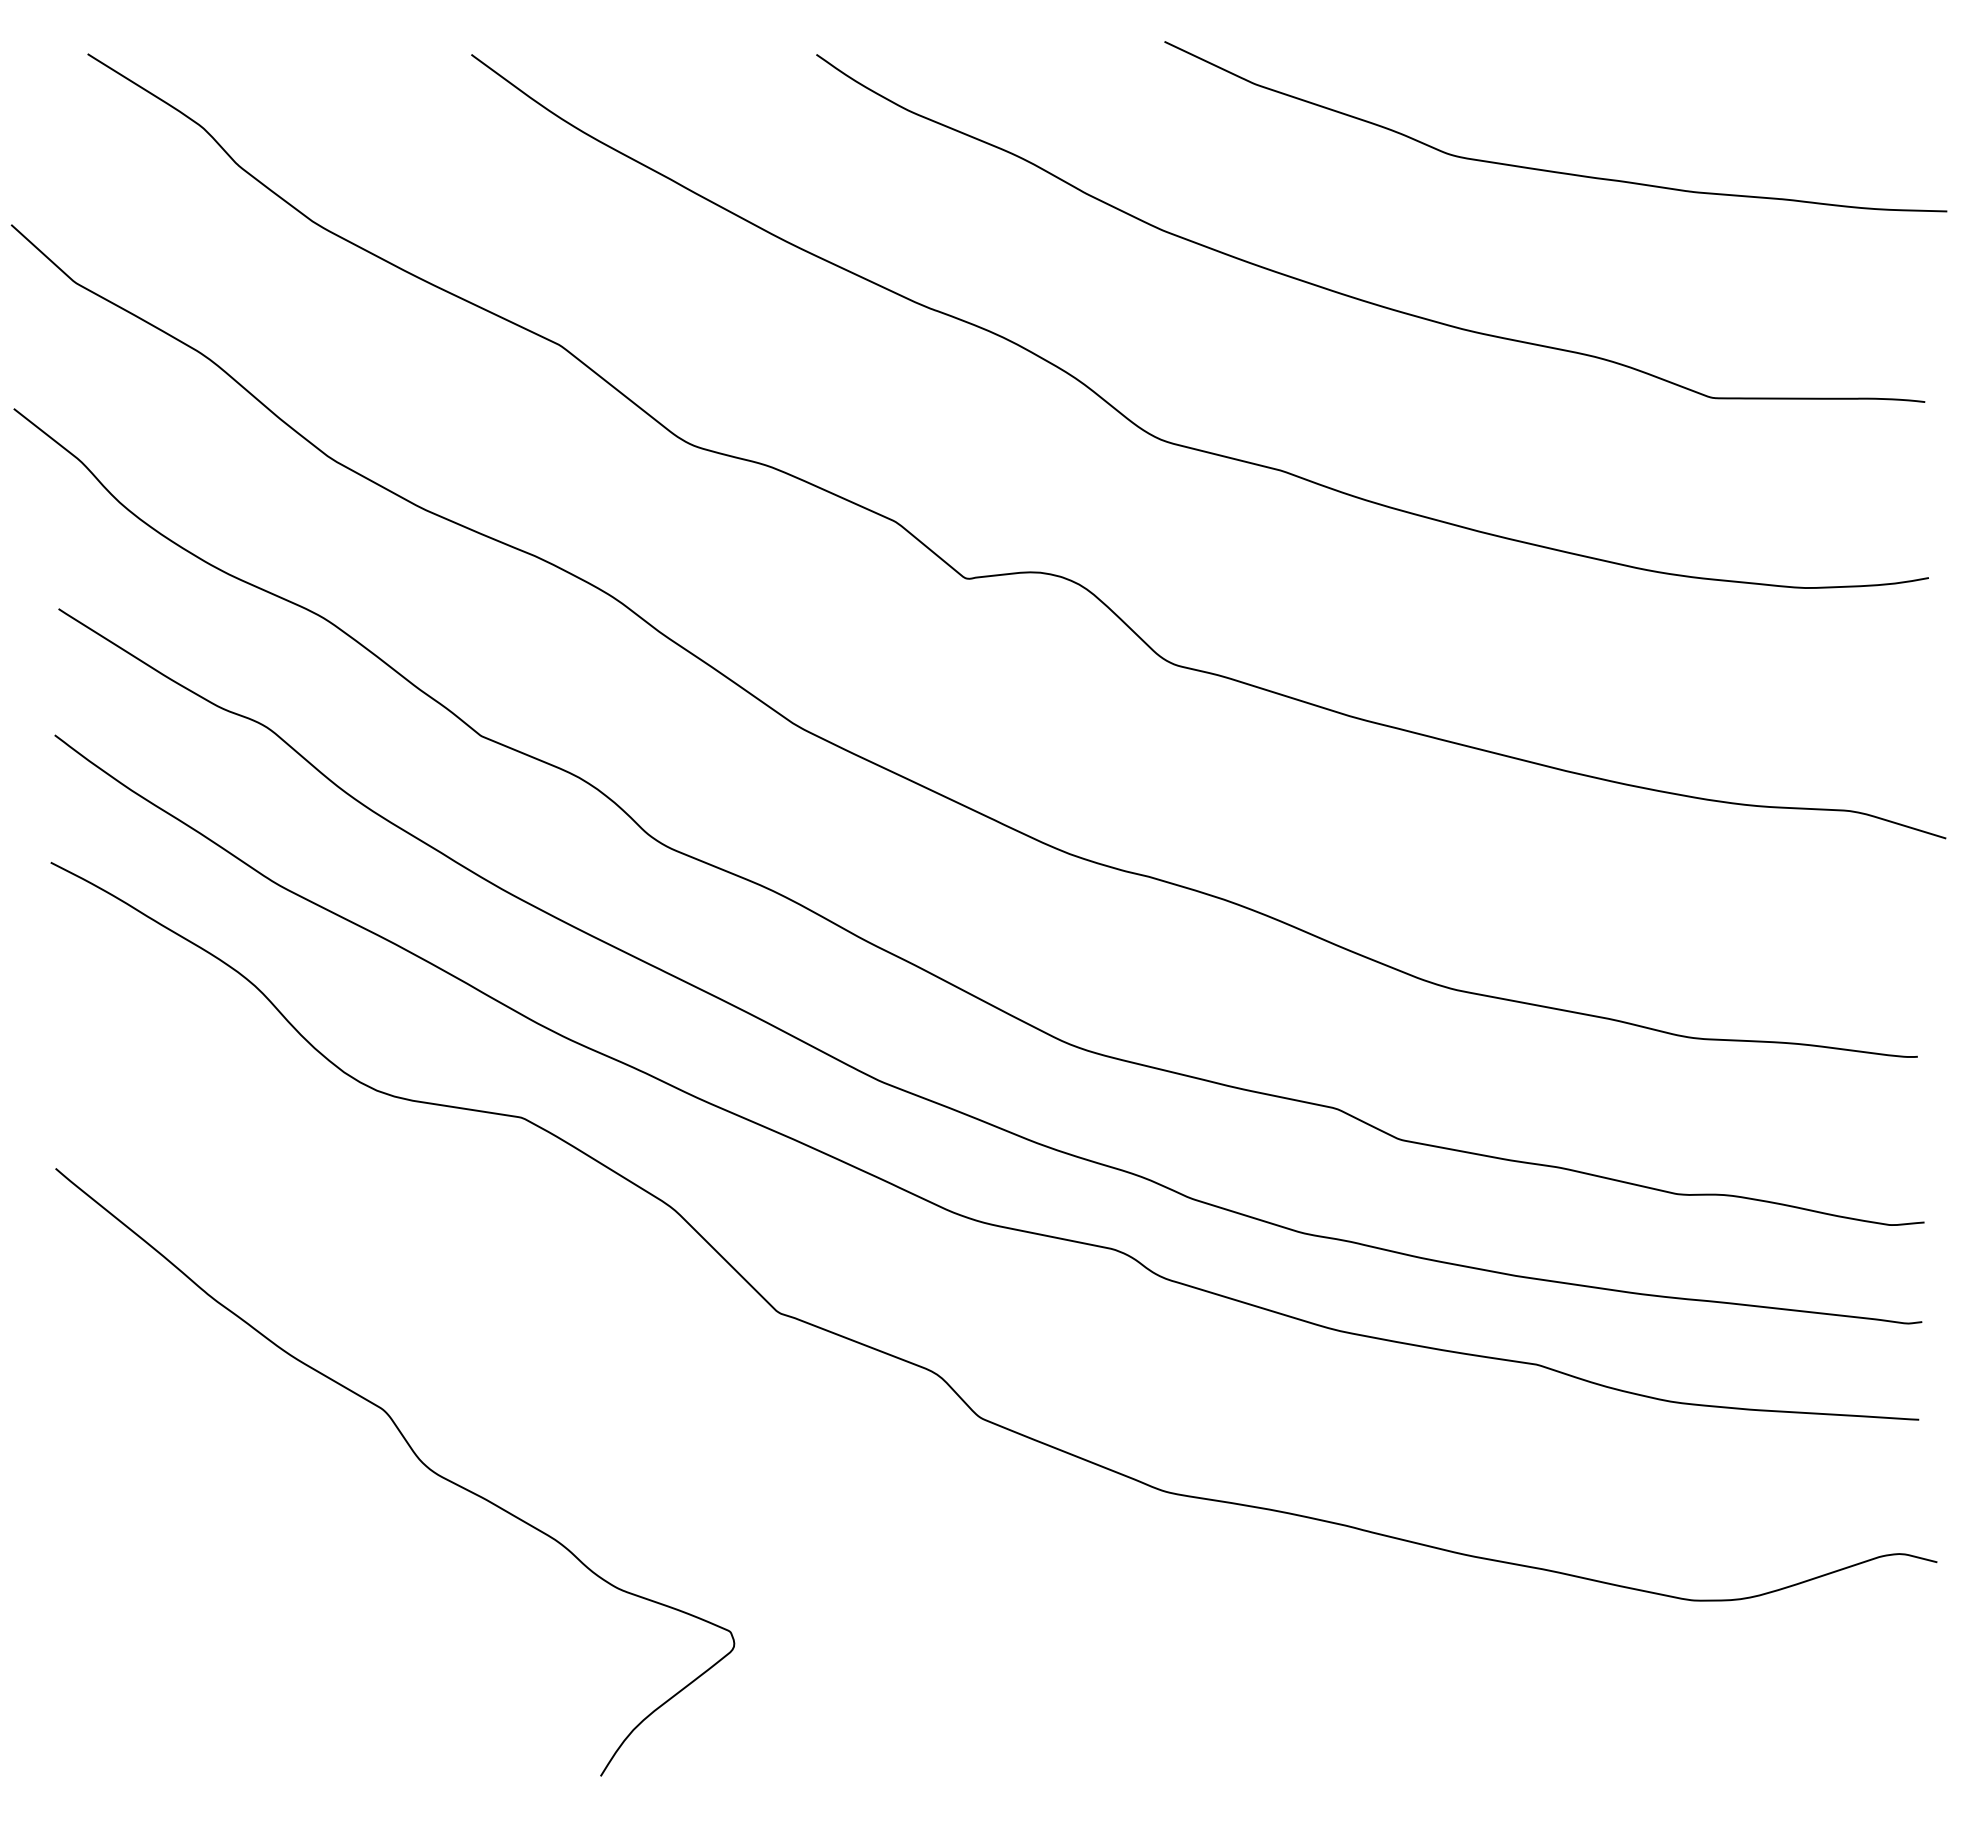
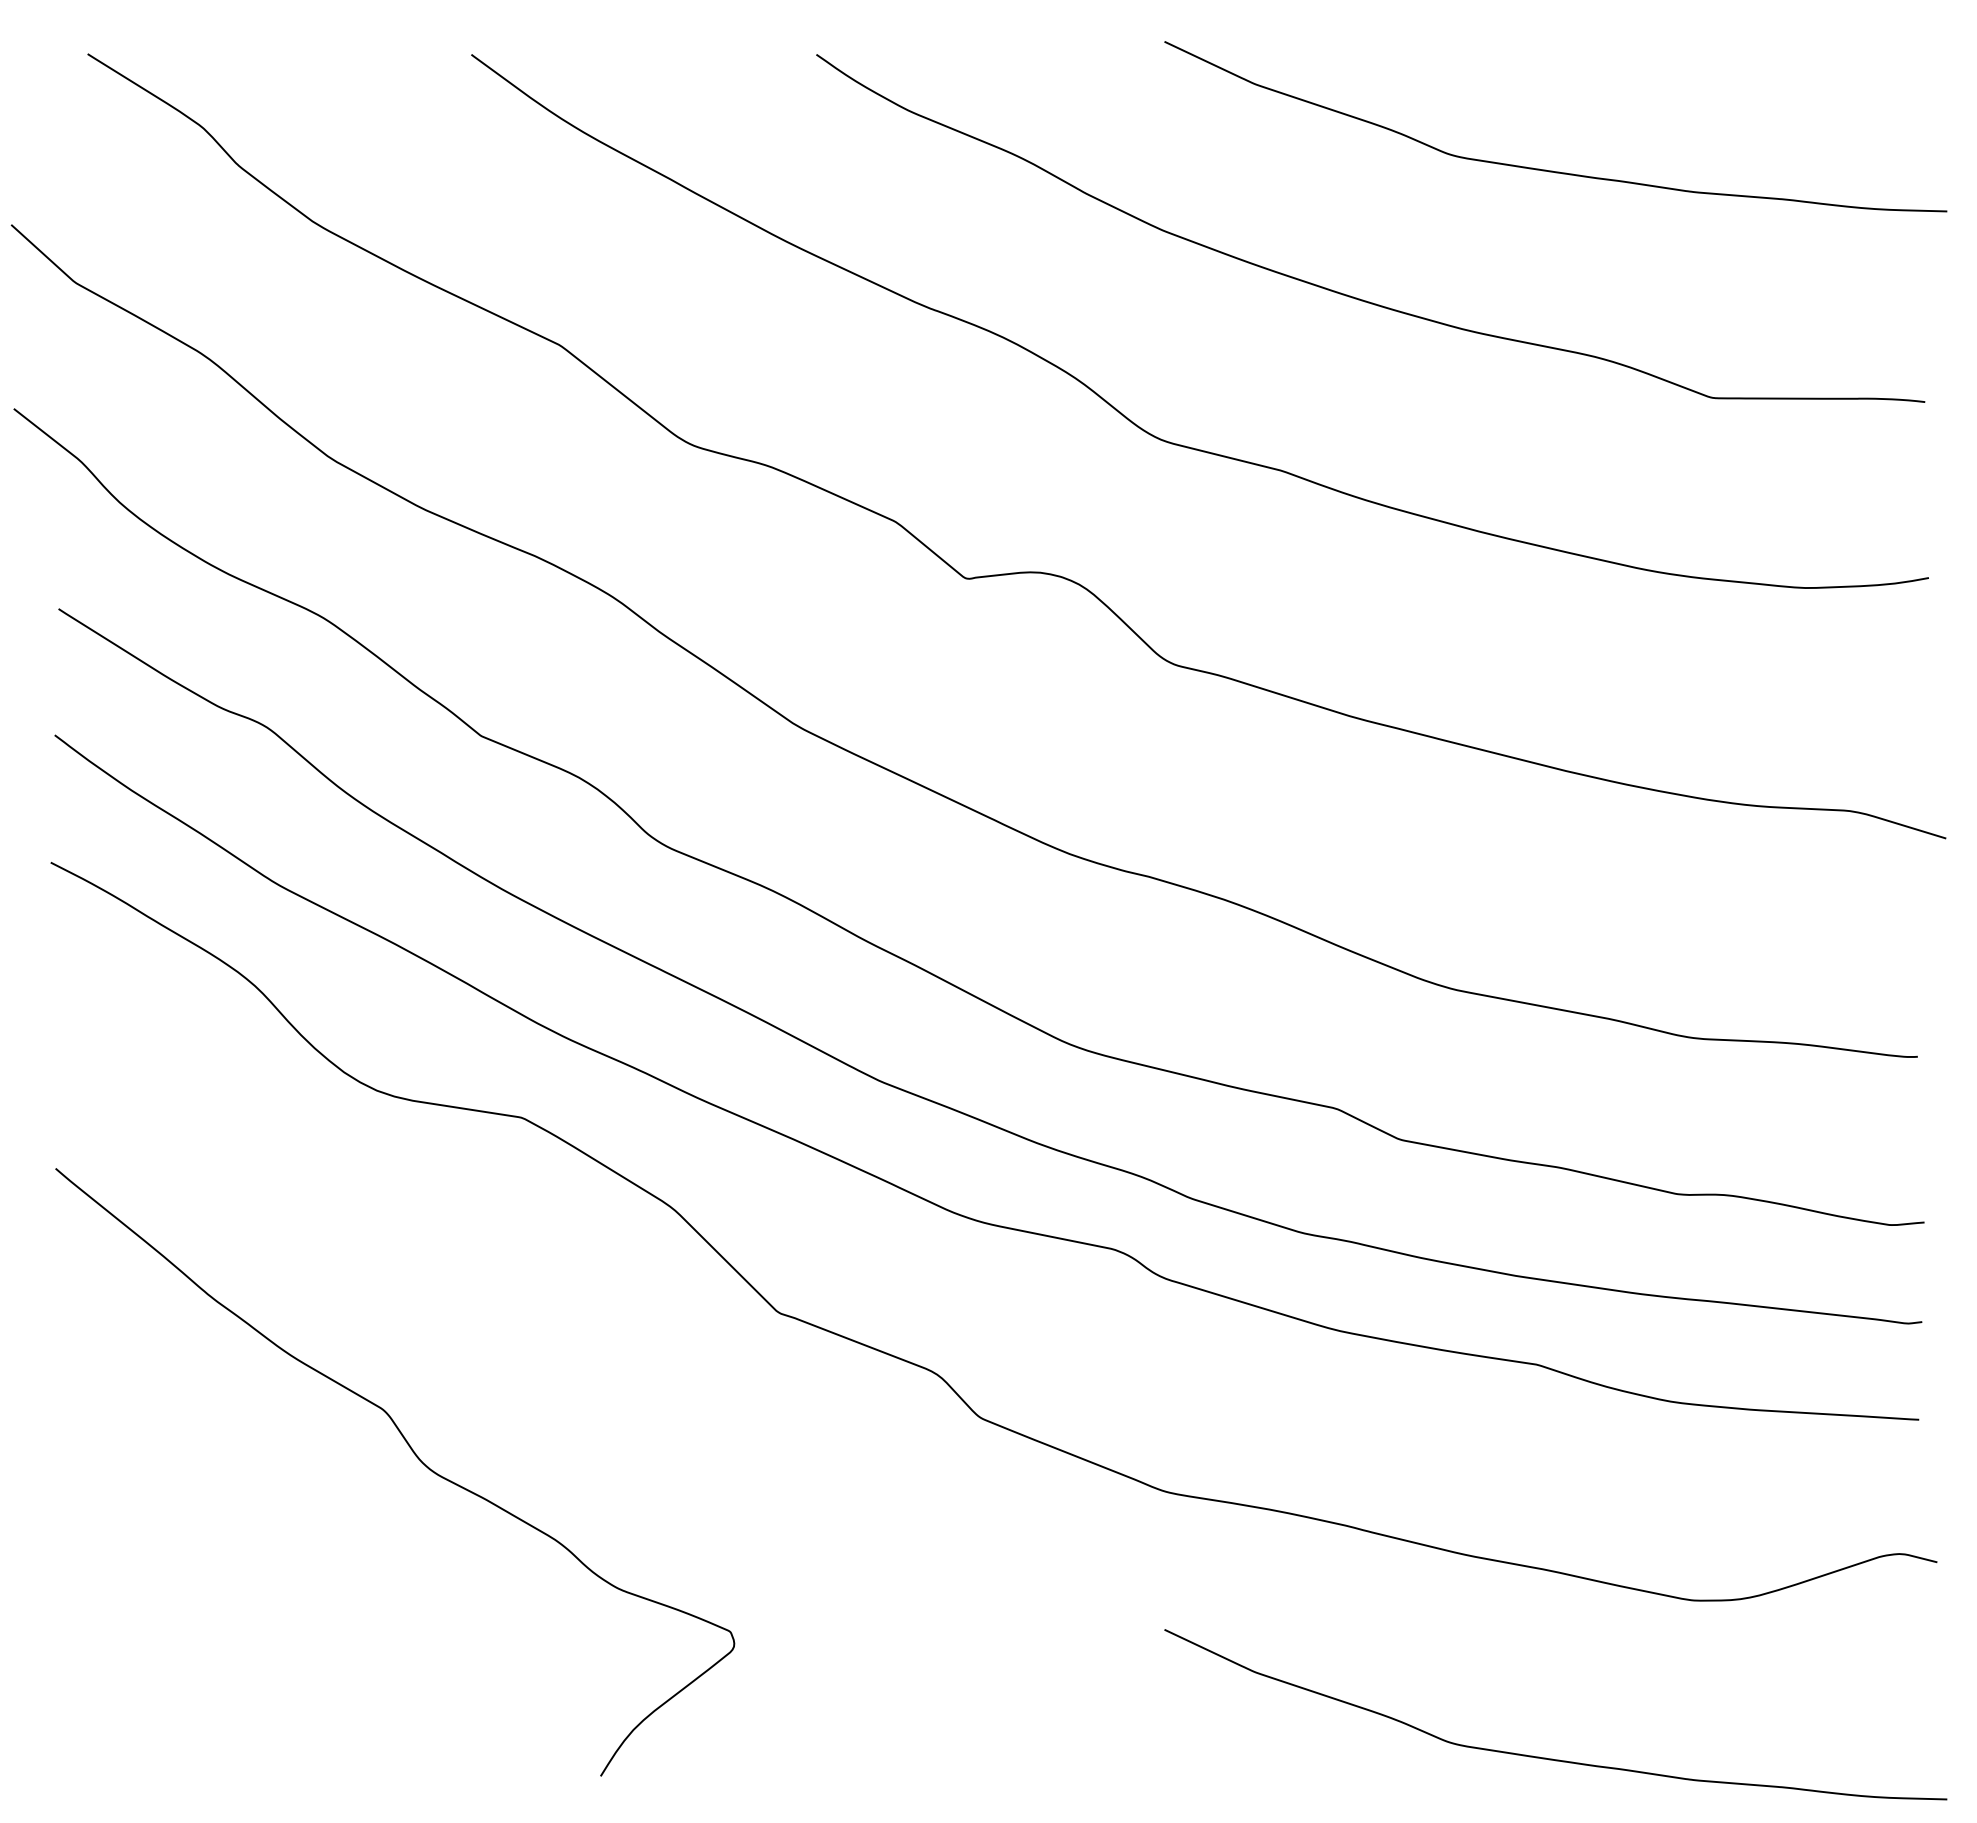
curve at (1546, 1757): none -> present
